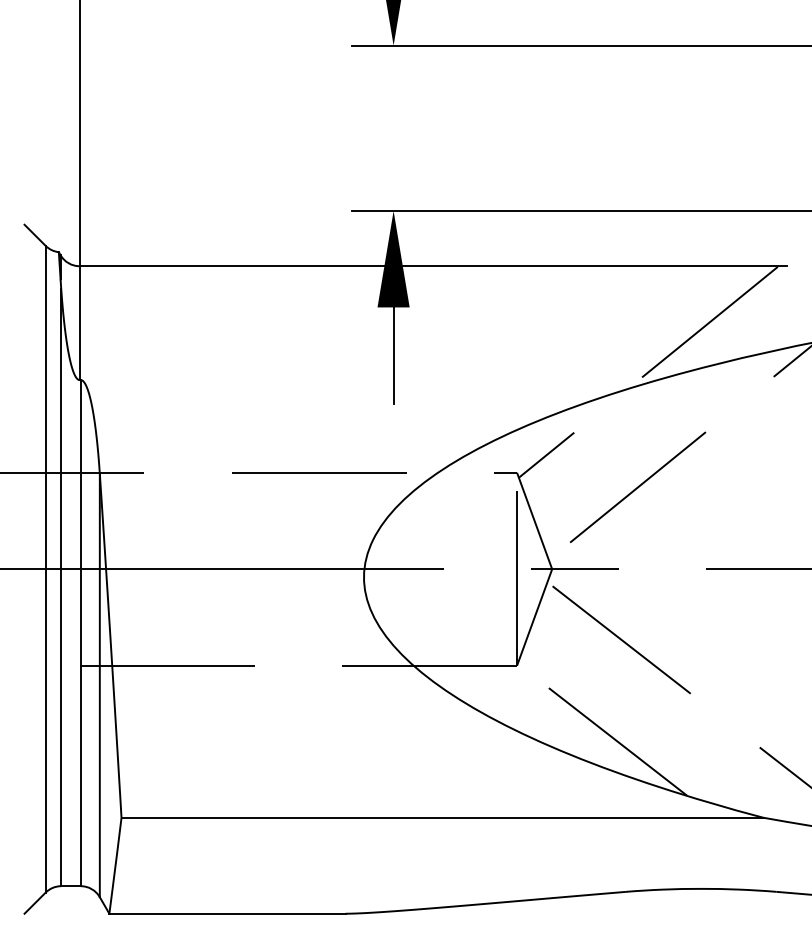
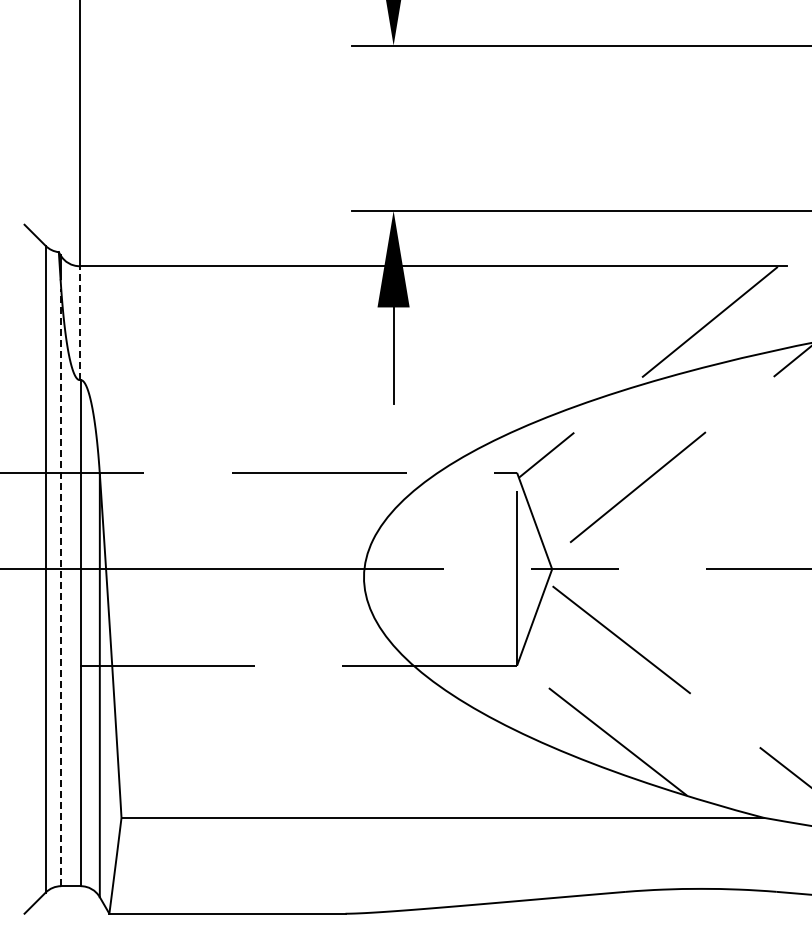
line at (79, 323): solid -> dashed
line at (61, 587): solid -> dashed
